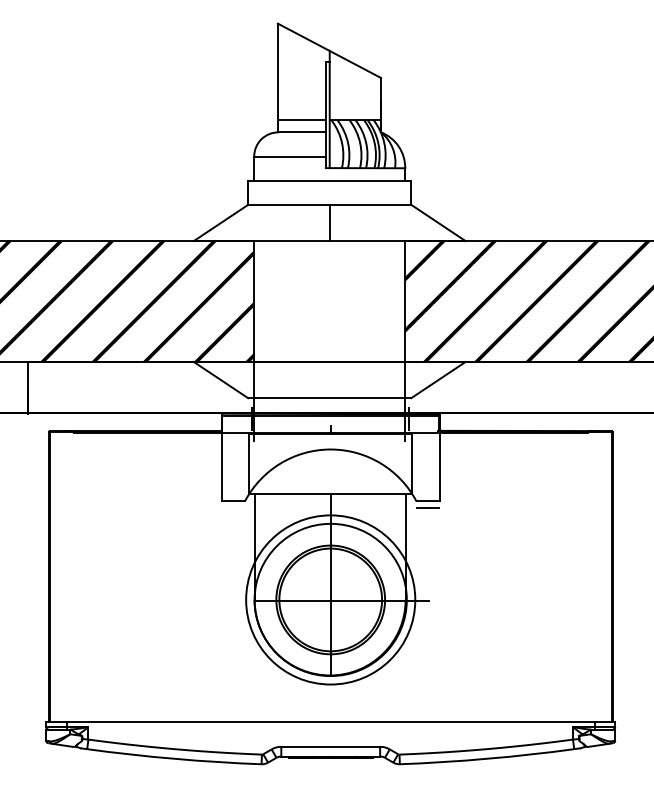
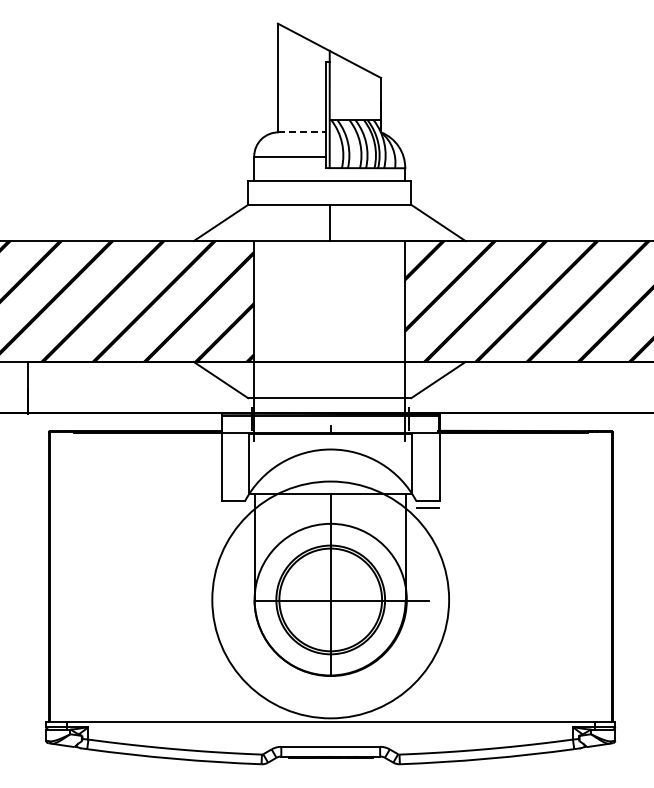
line at (301, 120): present -> none
line at (301, 132): solid -> dashed
circle at (330, 599) diameter: 169 px -> 237 px
